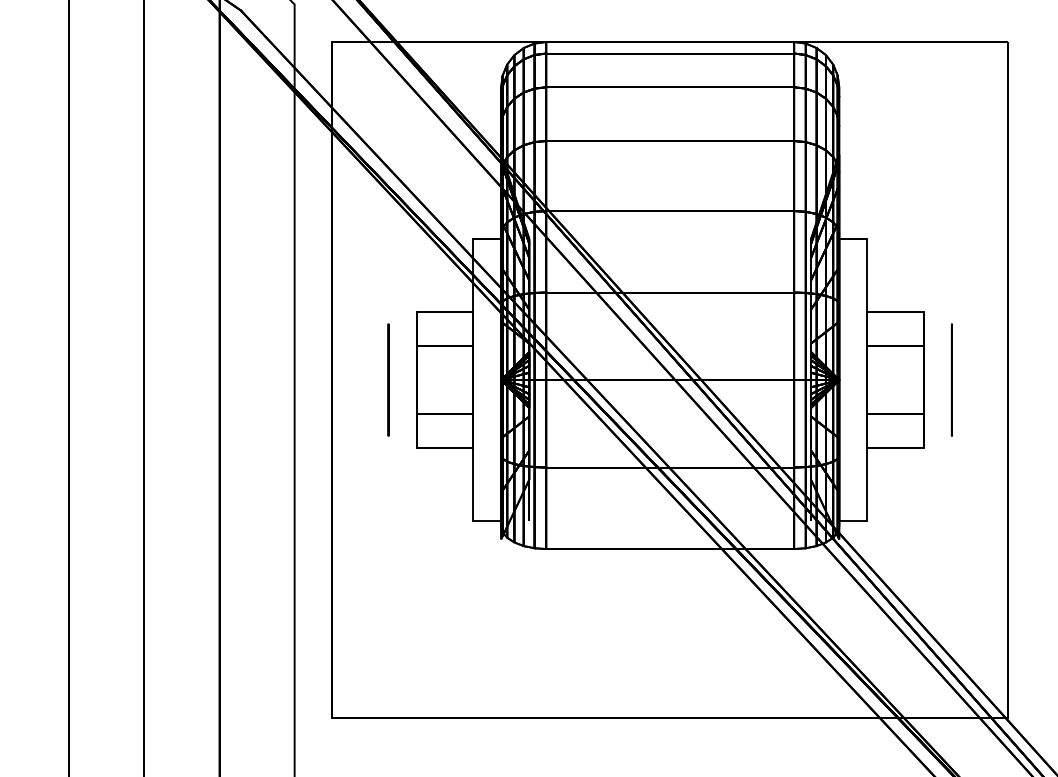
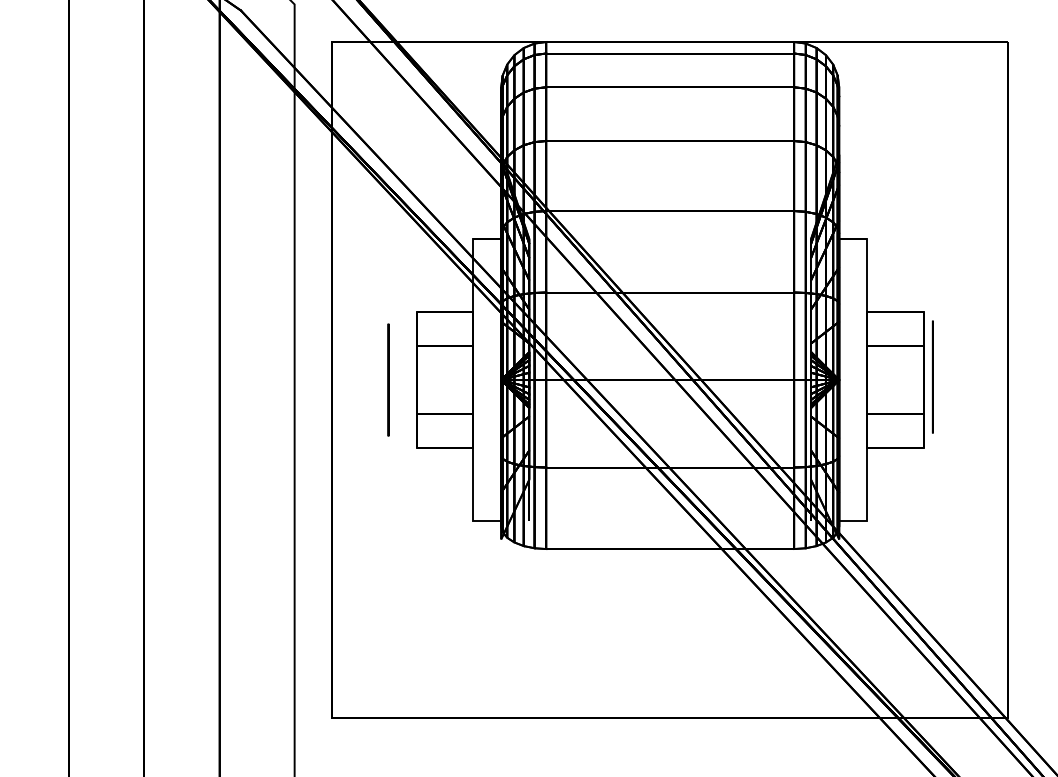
circle at (951, 379) position: (951, 379) -> (932, 376)
